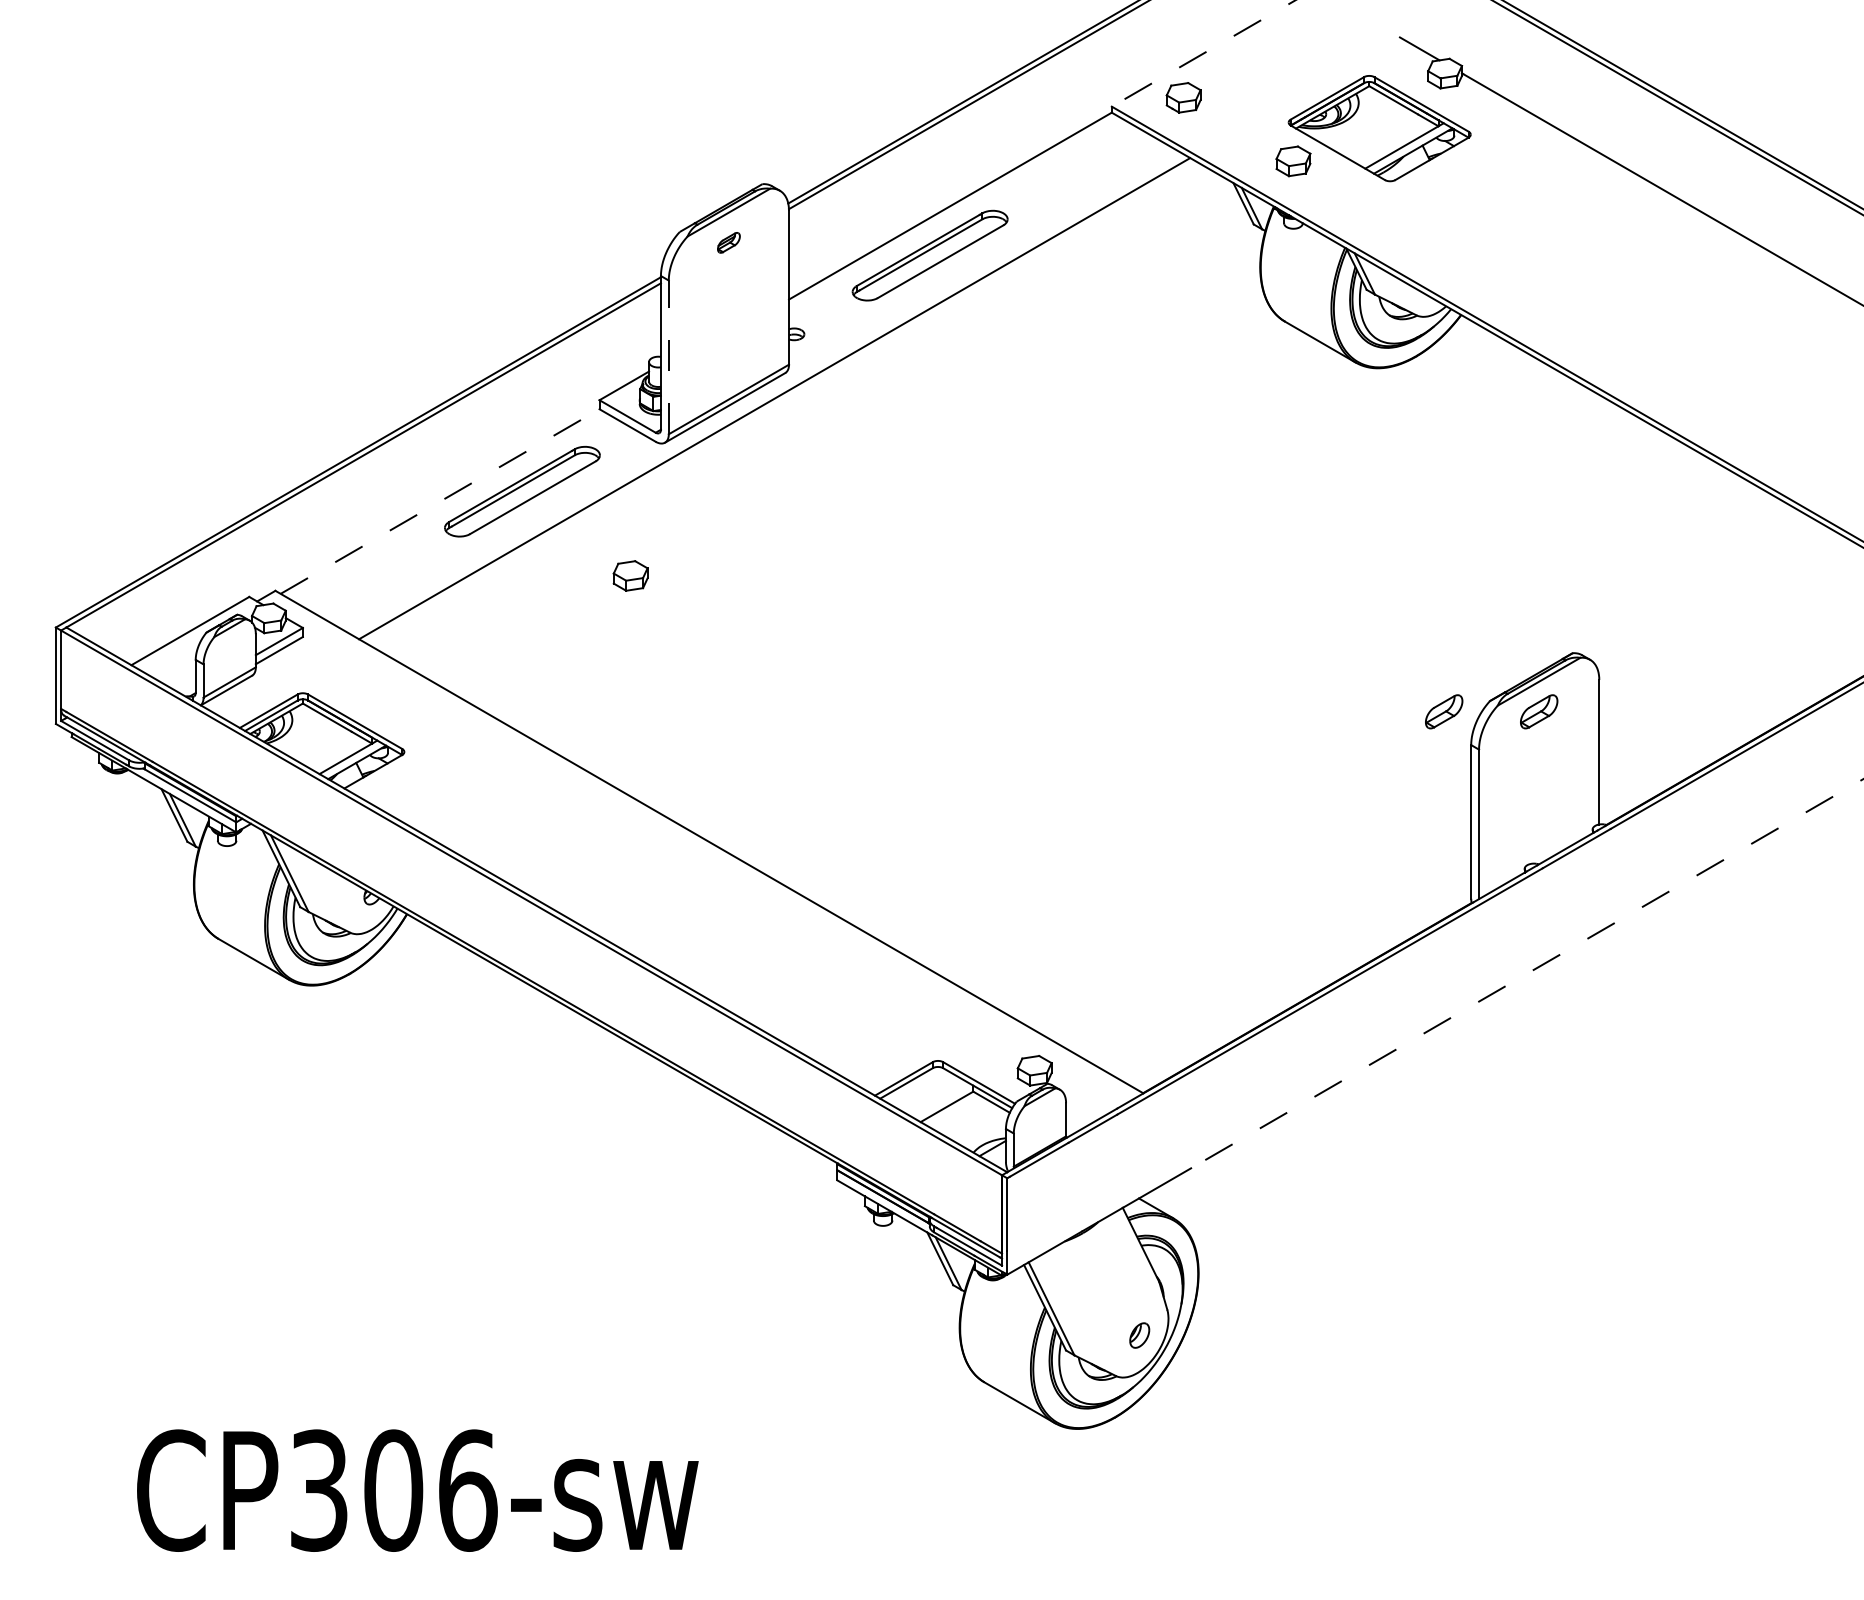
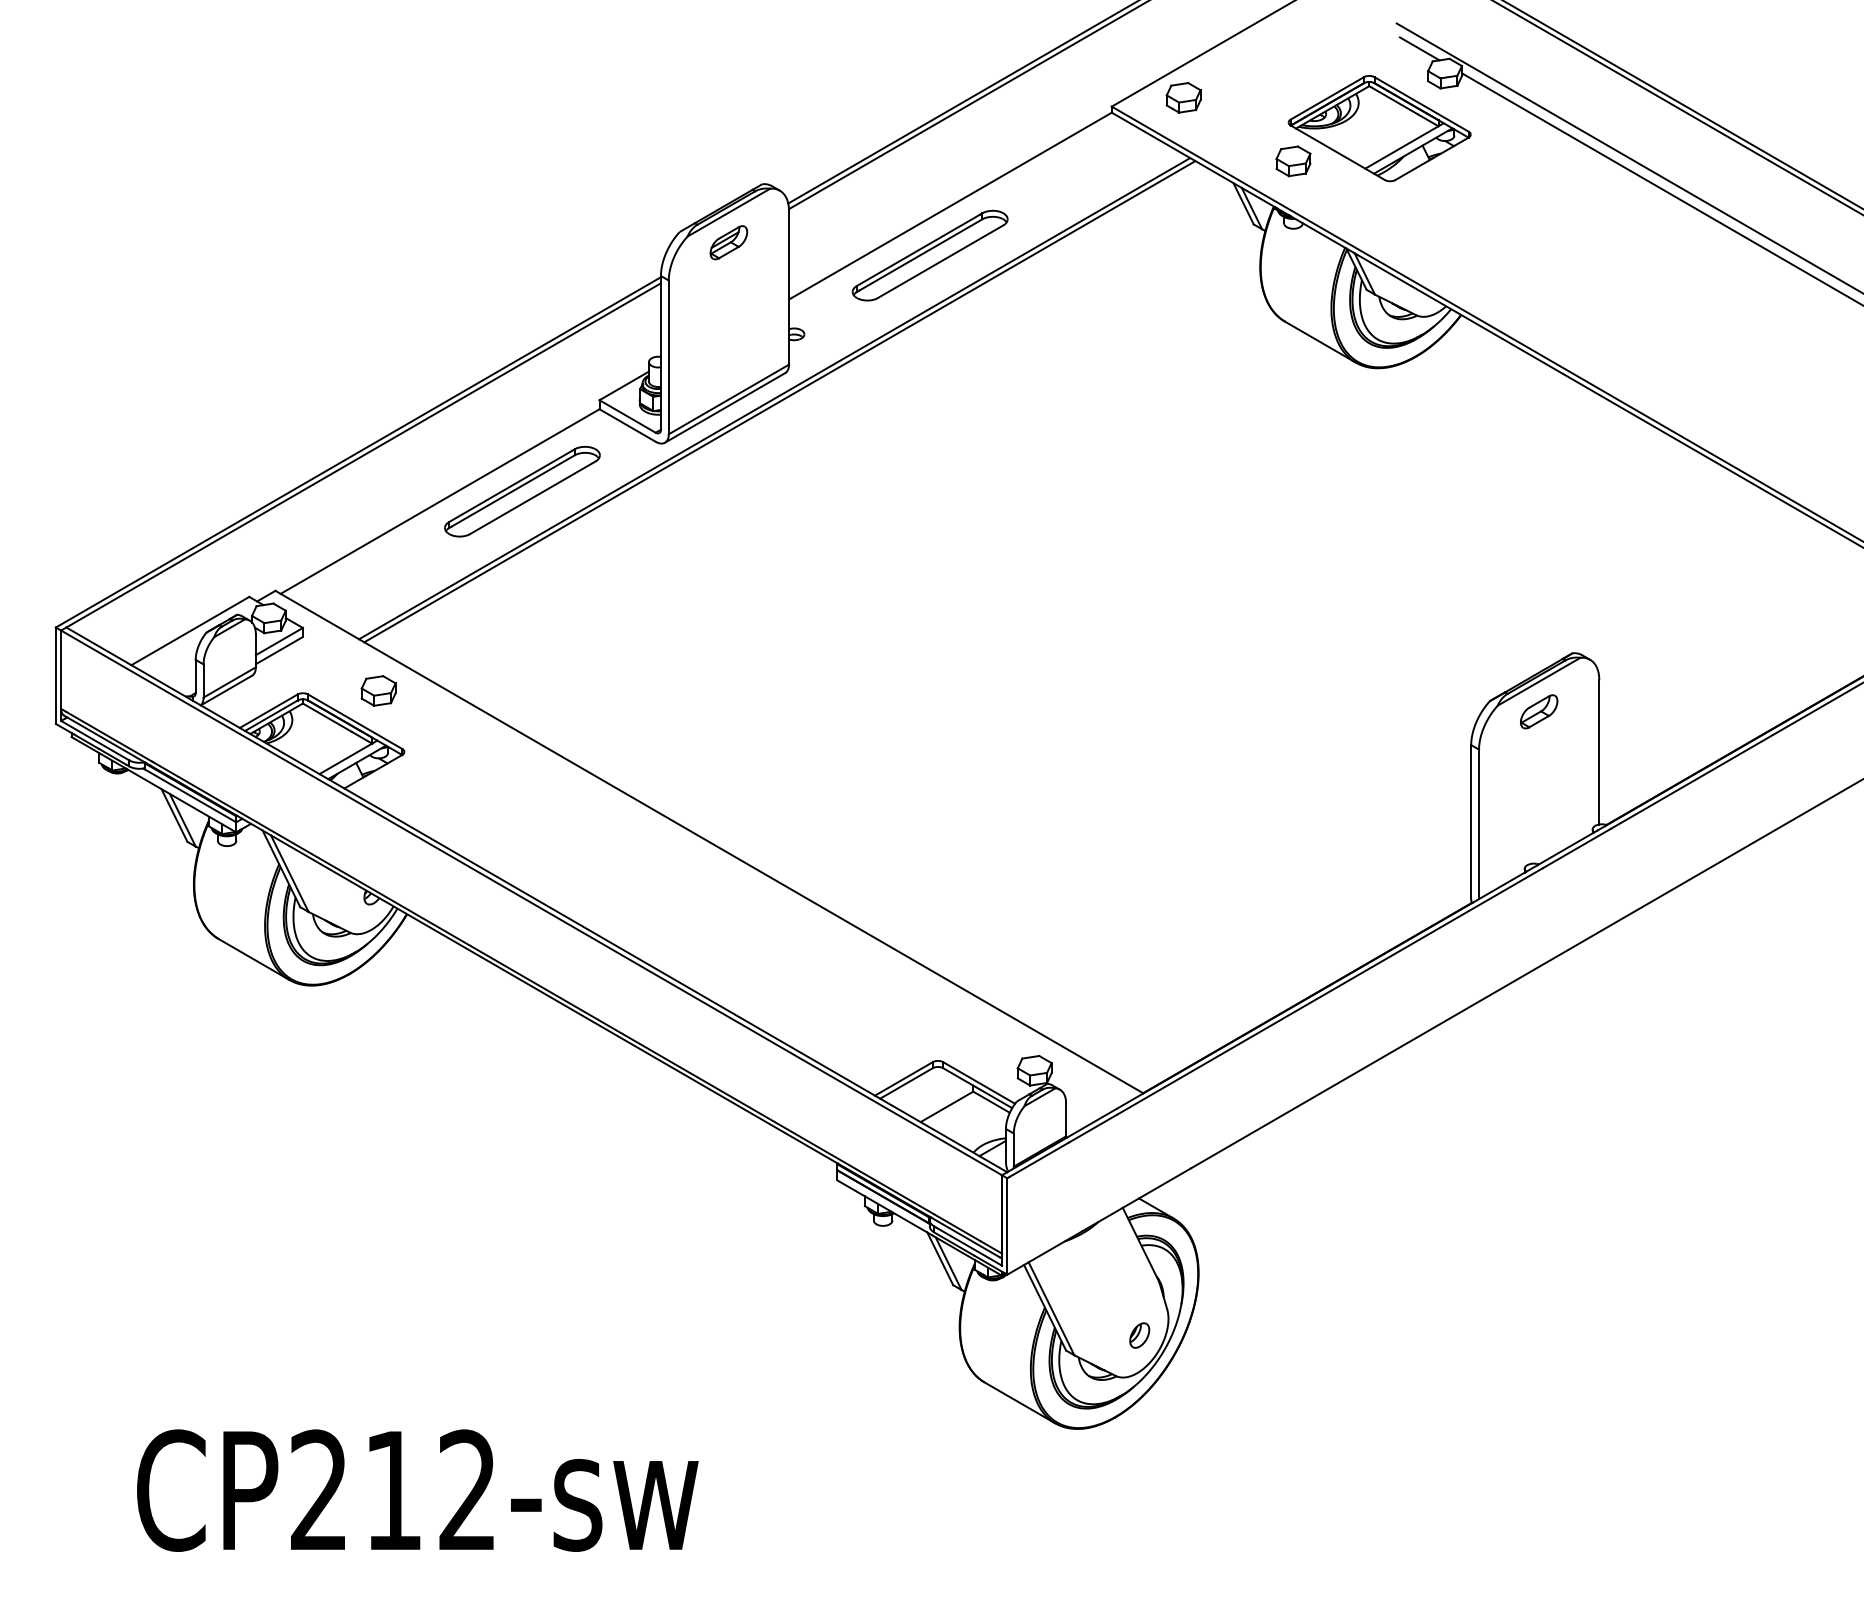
line at (1203, 53): dashed -> solid
line at (1628, 157): none -> present
part at (728, 242) size: 24x22 px -> 40x36 px
line at (668, 357): dashed -> solid
line at (779, 401): none -> present
line at (440, 501): dashed -> solid
part at (630, 575) position: (630, 575) -> (378, 690)
part at (1444, 711): present -> none
line at (1527, 973): dashed -> solid
text at (394, 1490): CP306-sw -> CP212-sw
